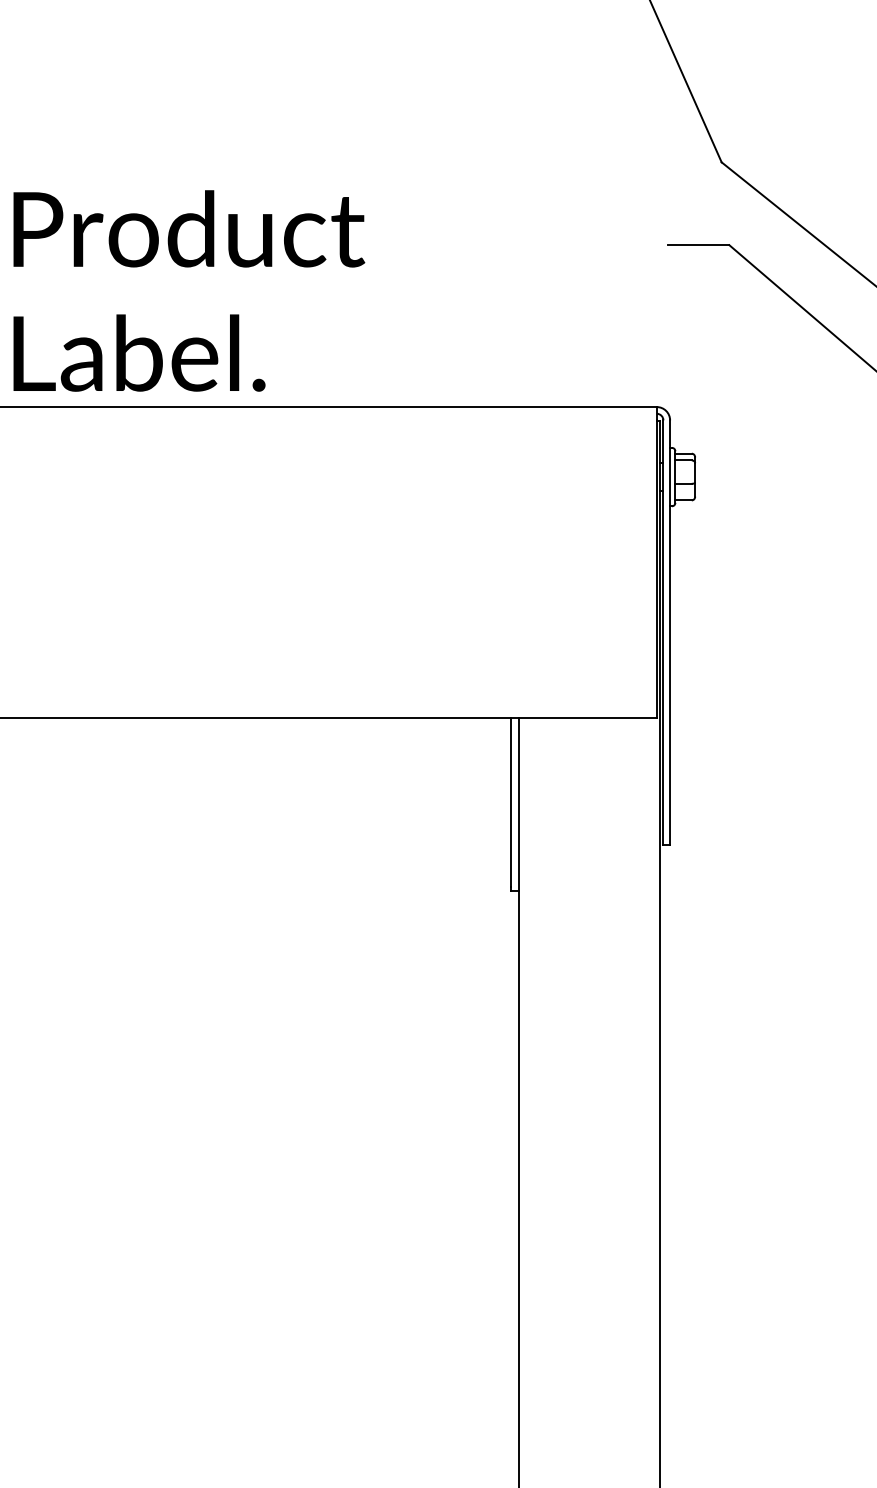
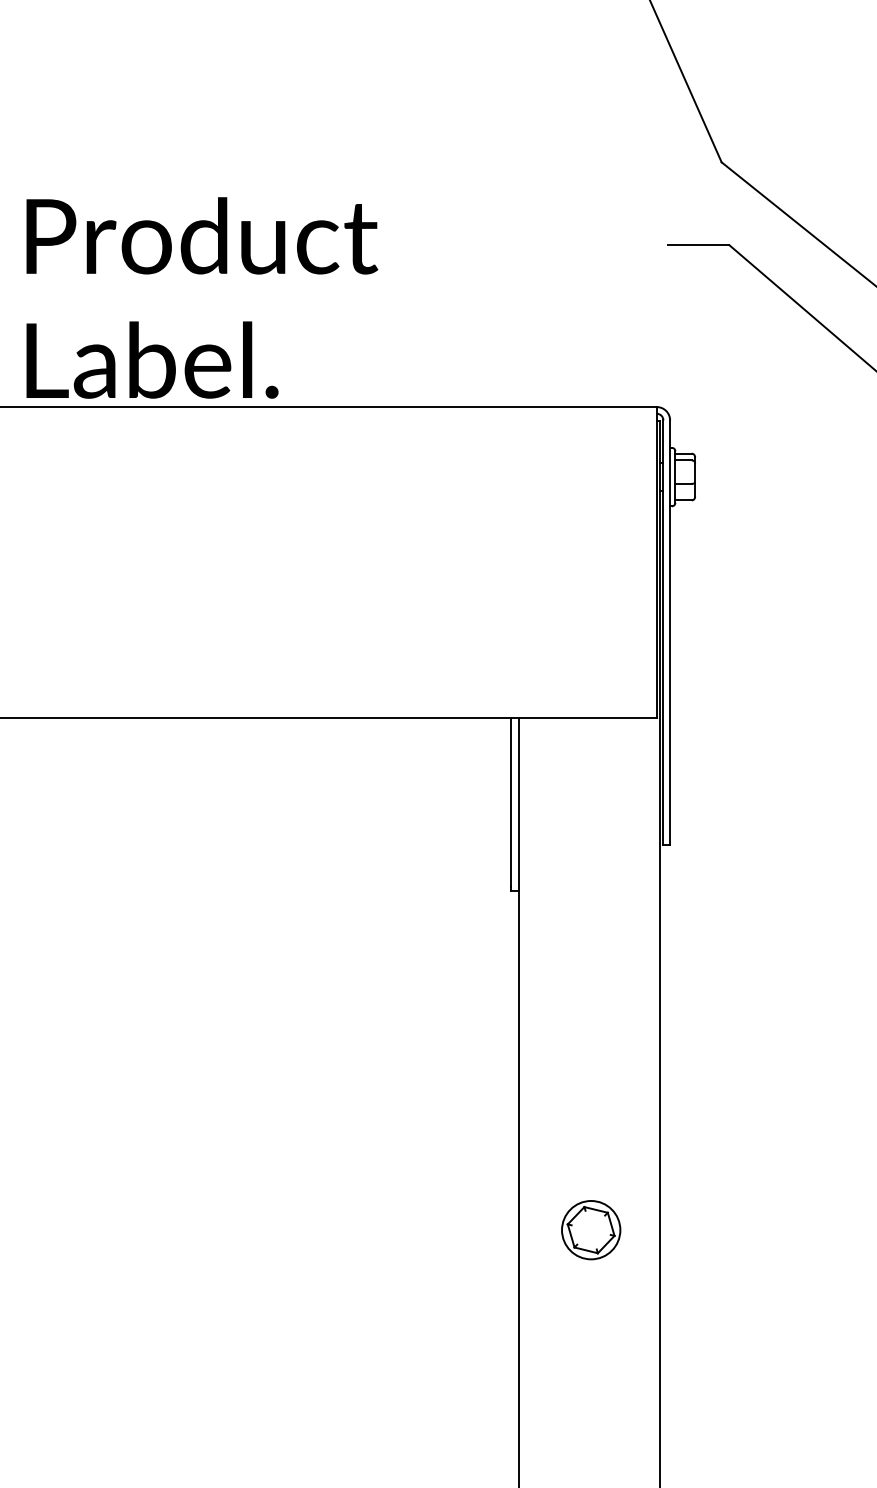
text at (189, 290) position: (189, 290) -> (202, 297)
part at (591, 1230): none -> present
